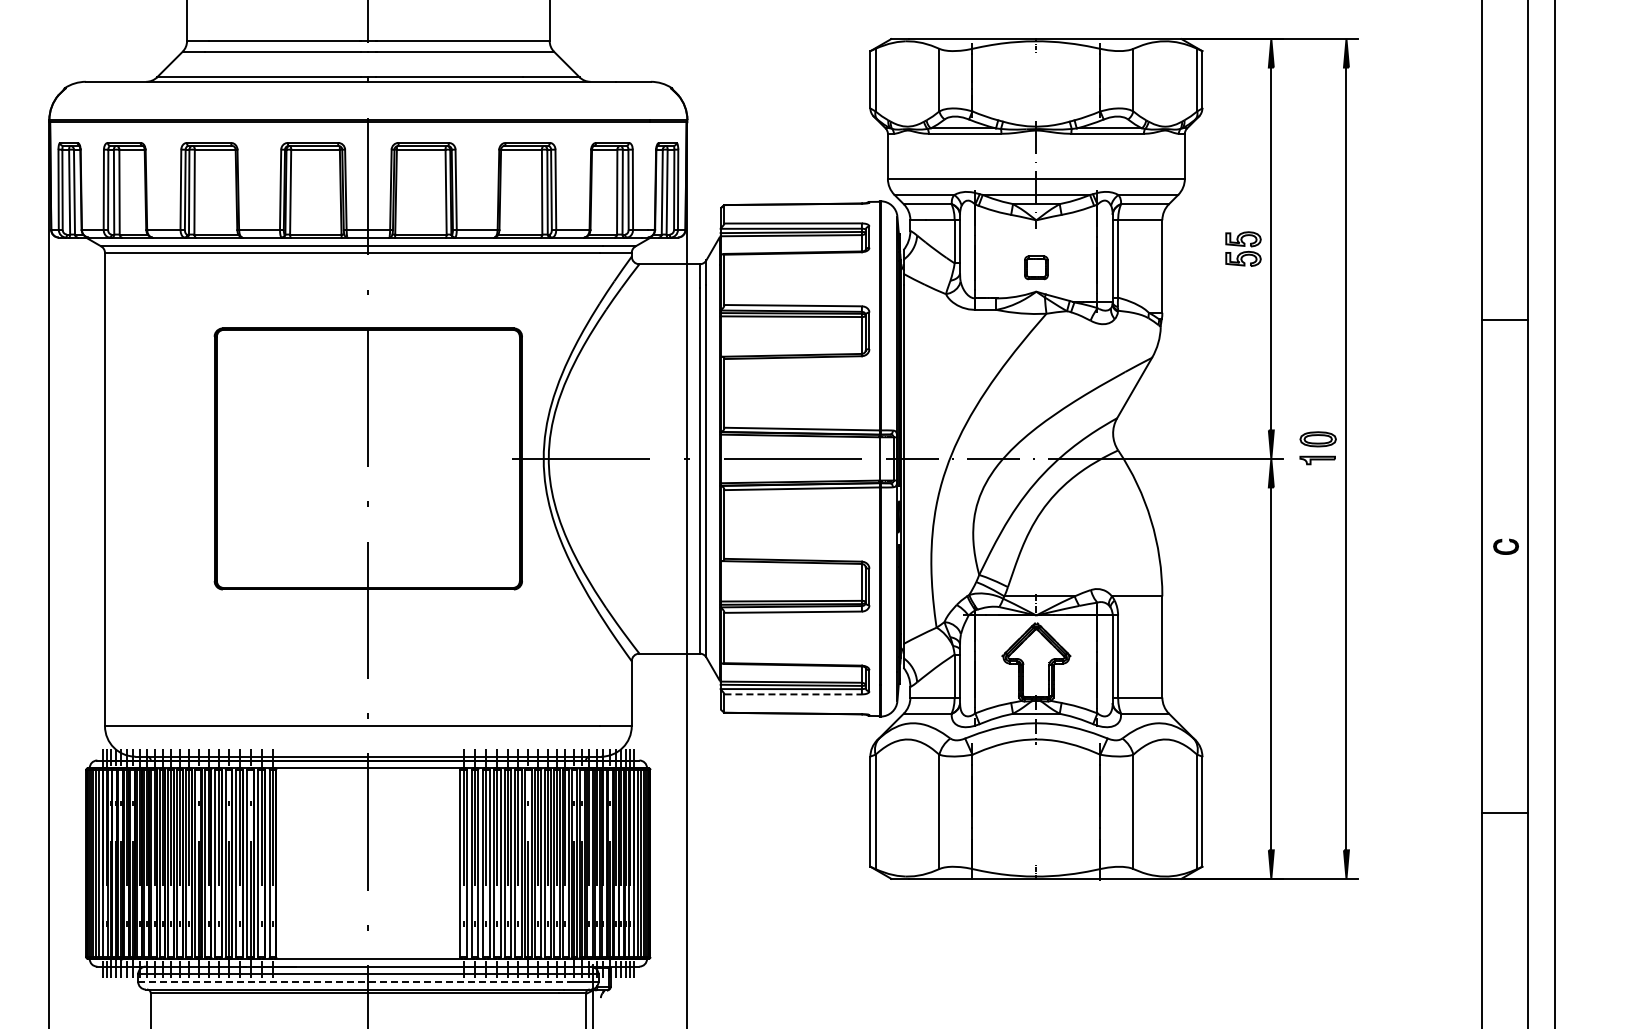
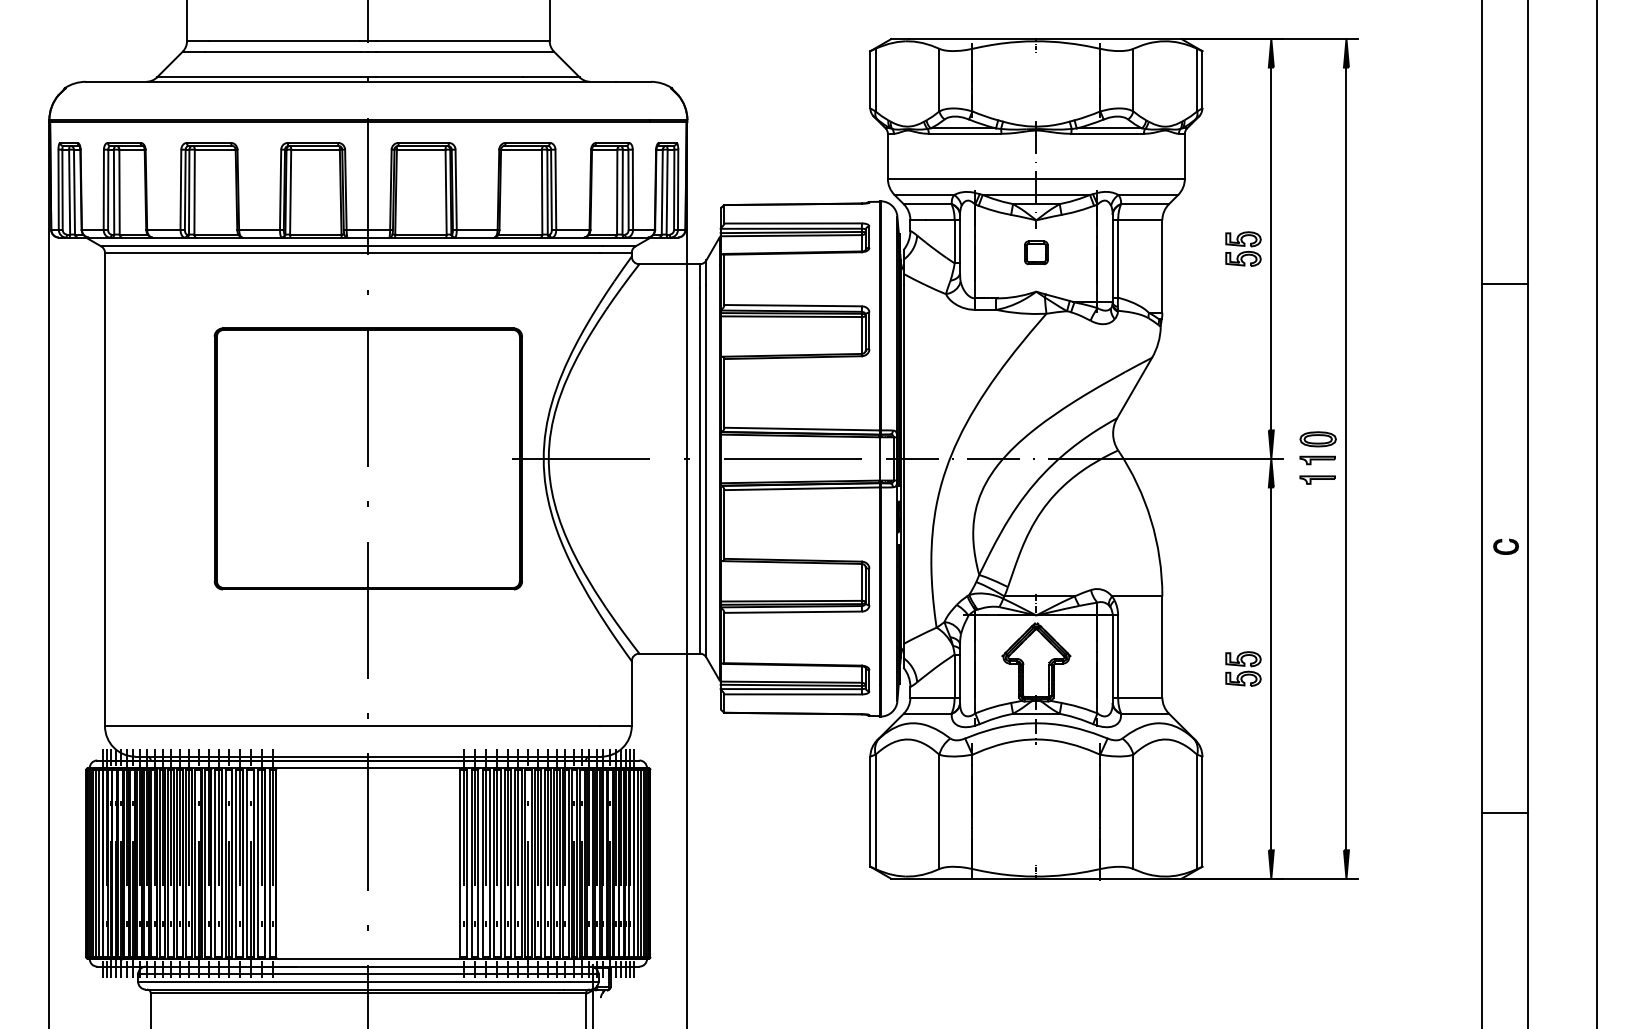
part at (1036, 267) position: (1036, 267) -> (1036, 252)
line at (1504, 320) position: (1504, 320) -> (1504, 284)
part at (1317, 479): none -> present
line at (1554, 513) position: (1554, 513) -> (1596, 513)
part at (1243, 668): none -> present
line at (793, 694): dashed -> solid
line at (354, 981): dashed -> solid
